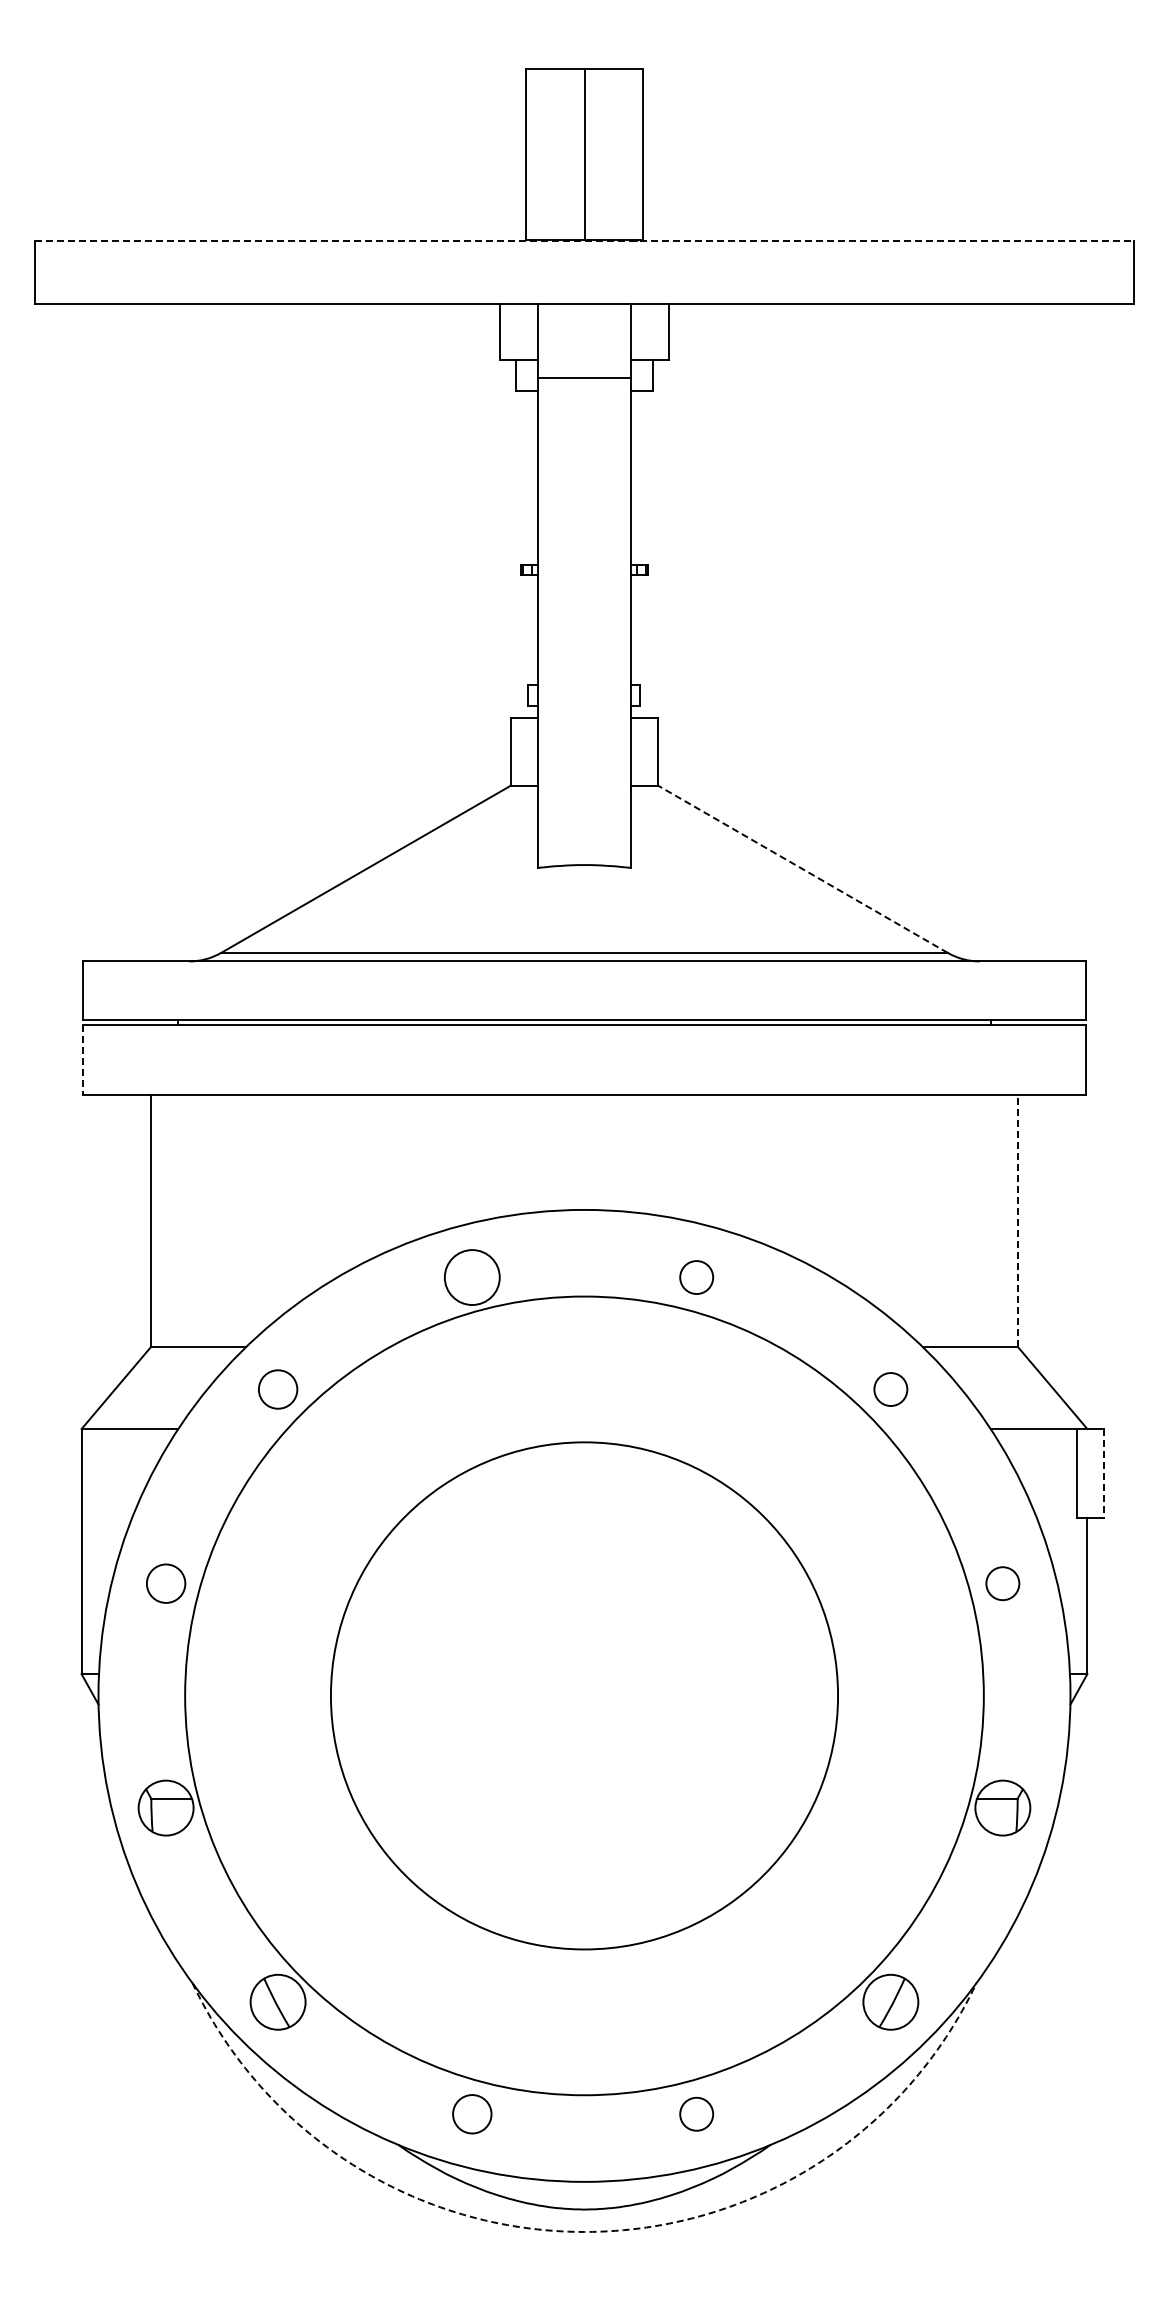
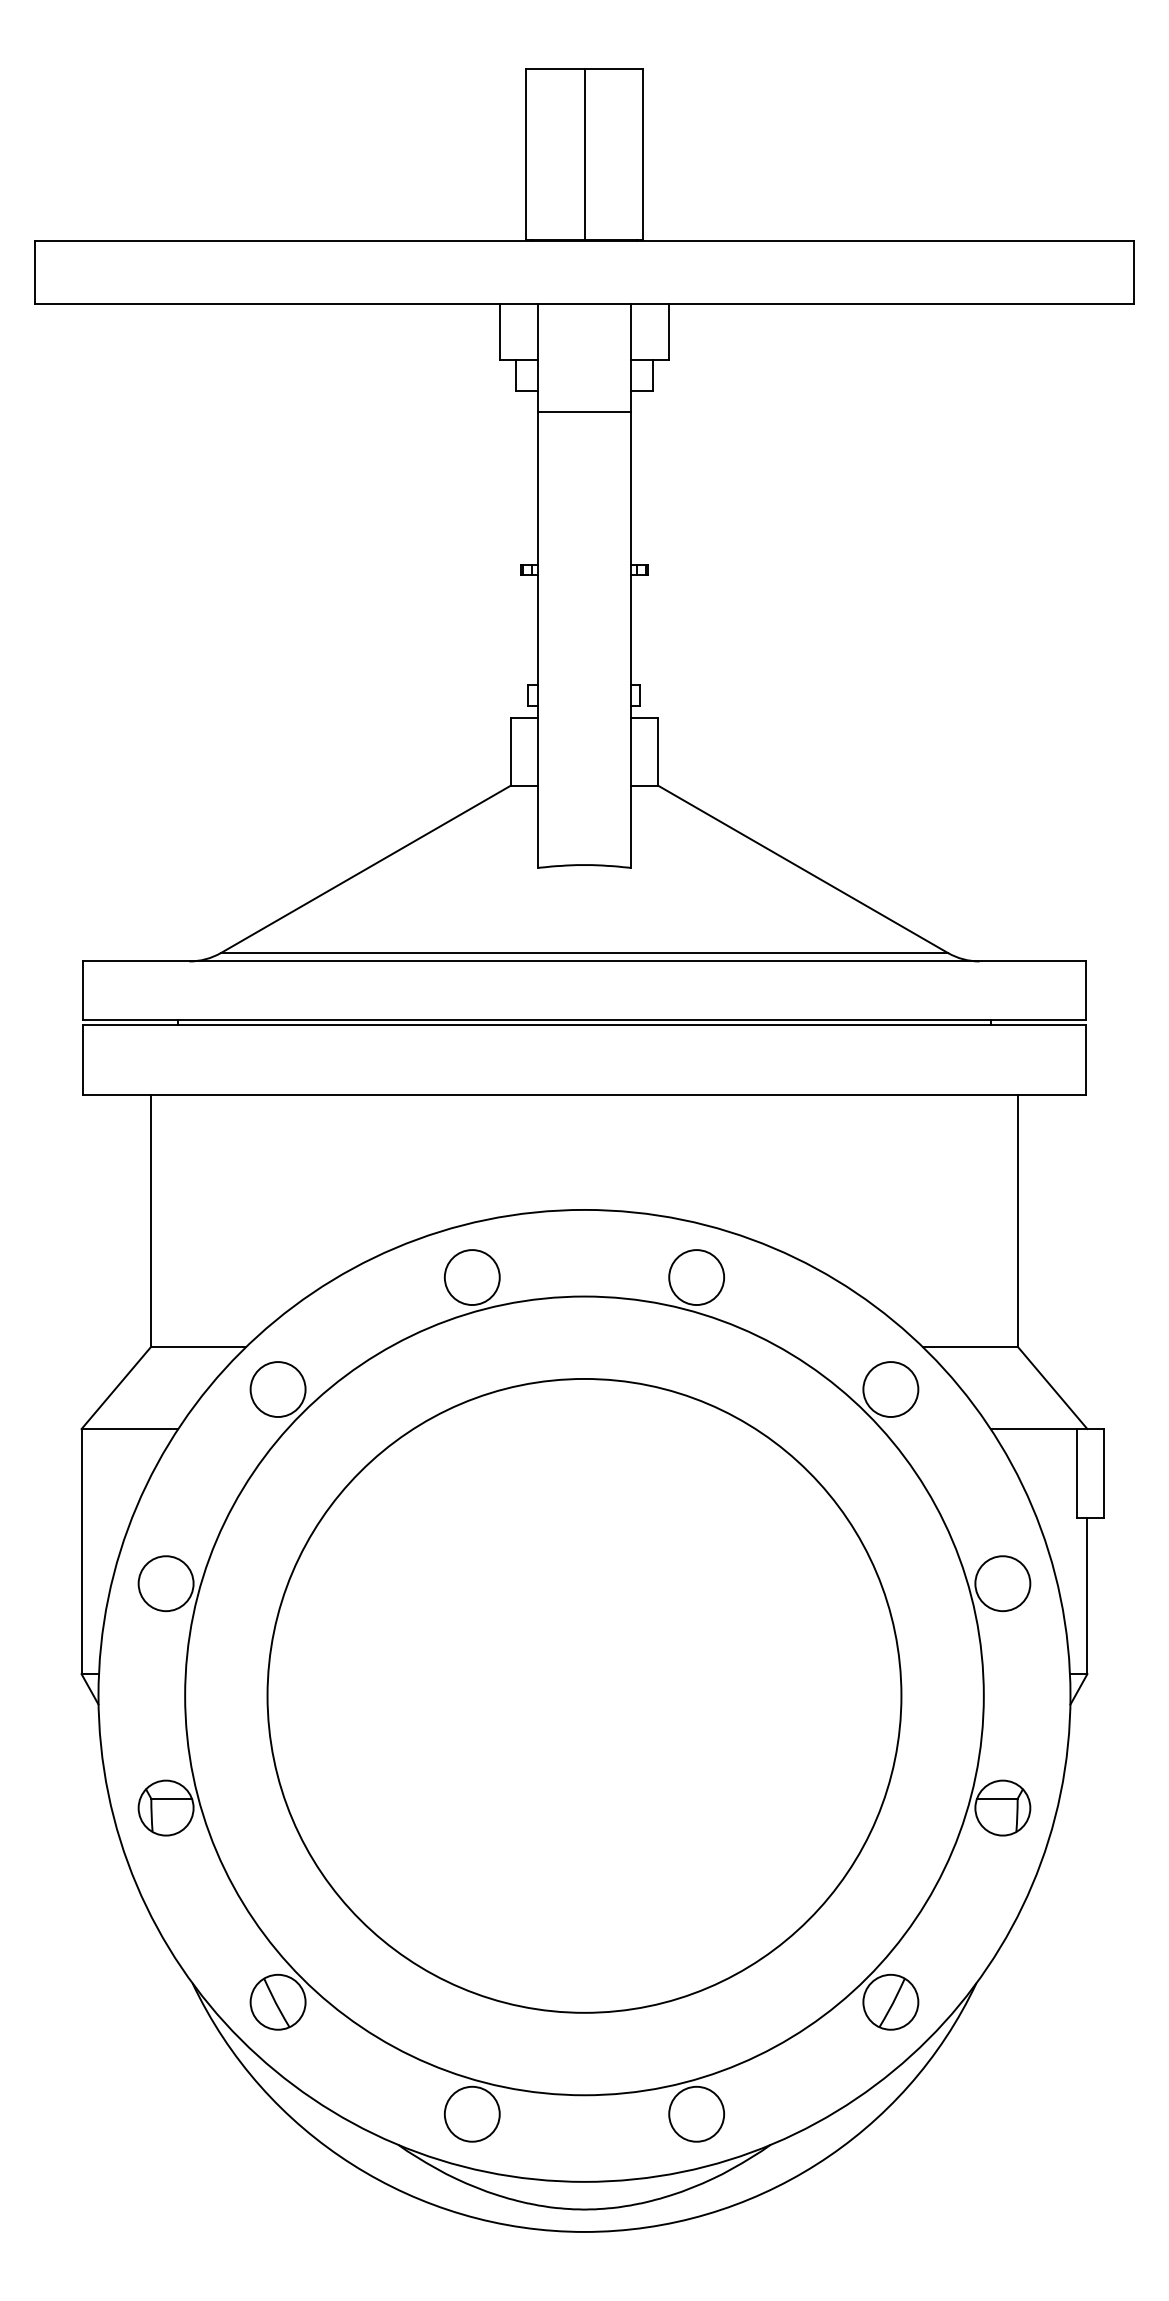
line at (584, 240): dashed -> solid
line at (584, 377) position: (584, 377) -> (584, 411)
line at (802, 869): dashed -> solid
line at (82, 1060): dashed -> solid
line at (1017, 1220): dashed -> solid
circle at (696, 1277) diameter: 33 px -> 55 px
circle at (277, 1389) diameter: 38 px -> 55 px
circle at (890, 1389) diameter: 33 px -> 55 px
line at (1104, 1473): dashed -> solid
circle at (165, 1583) diameter: 38 px -> 55 px
circle at (1002, 1583) diameter: 33 px -> 55 px
circle at (584, 1695) diameter: 507 px -> 634 px
circle at (696, 2113) diameter: 33 px -> 55 px
circle at (472, 2114) diameter: 38 px -> 55 px
arc at (584, 2231): dashed -> solid
